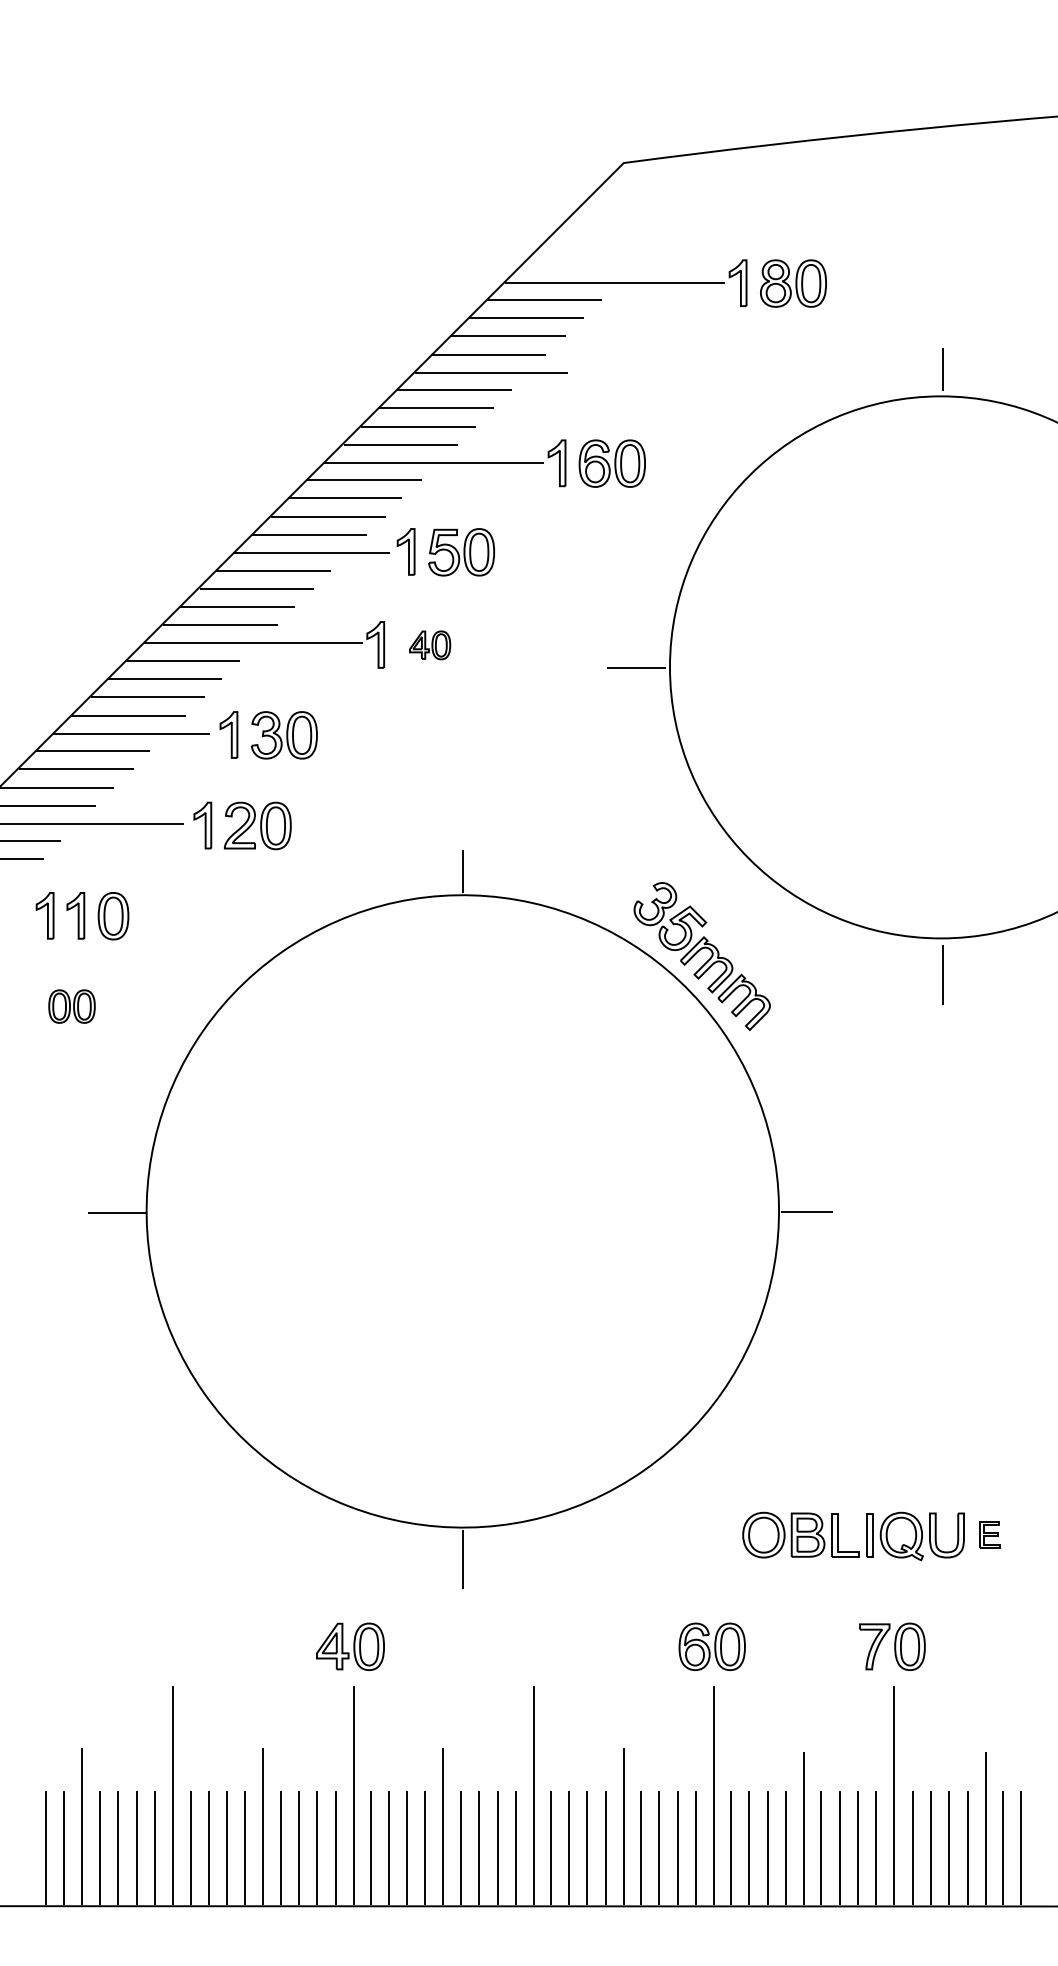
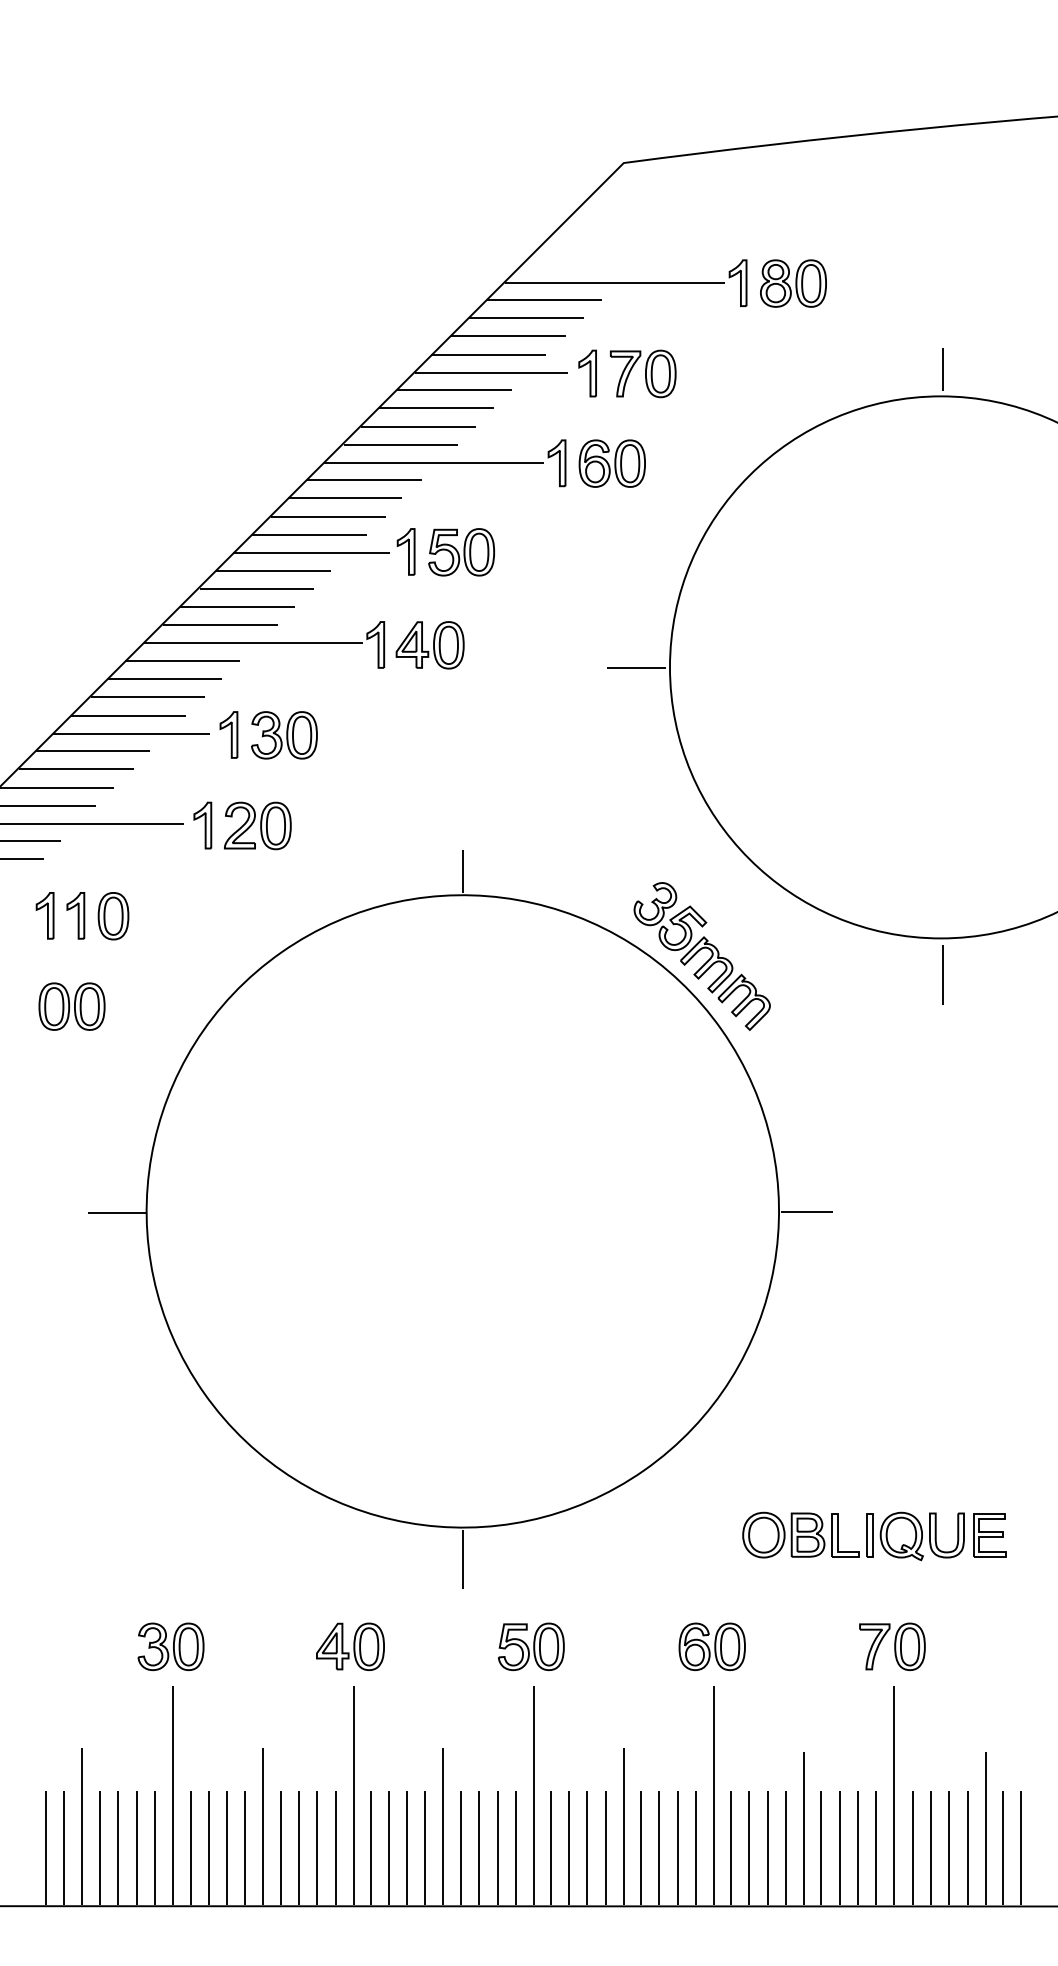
part at (587, 373): none -> present
part at (643, 373): none -> present
part at (430, 645) size: 43x31 px -> 70x49 px
part at (71, 1006) size: 48x35 px -> 68x49 px
part at (989, 1534) size: 22x28 px -> 34x45 px
part at (170, 1646): none -> present
part at (531, 1646): none -> present
